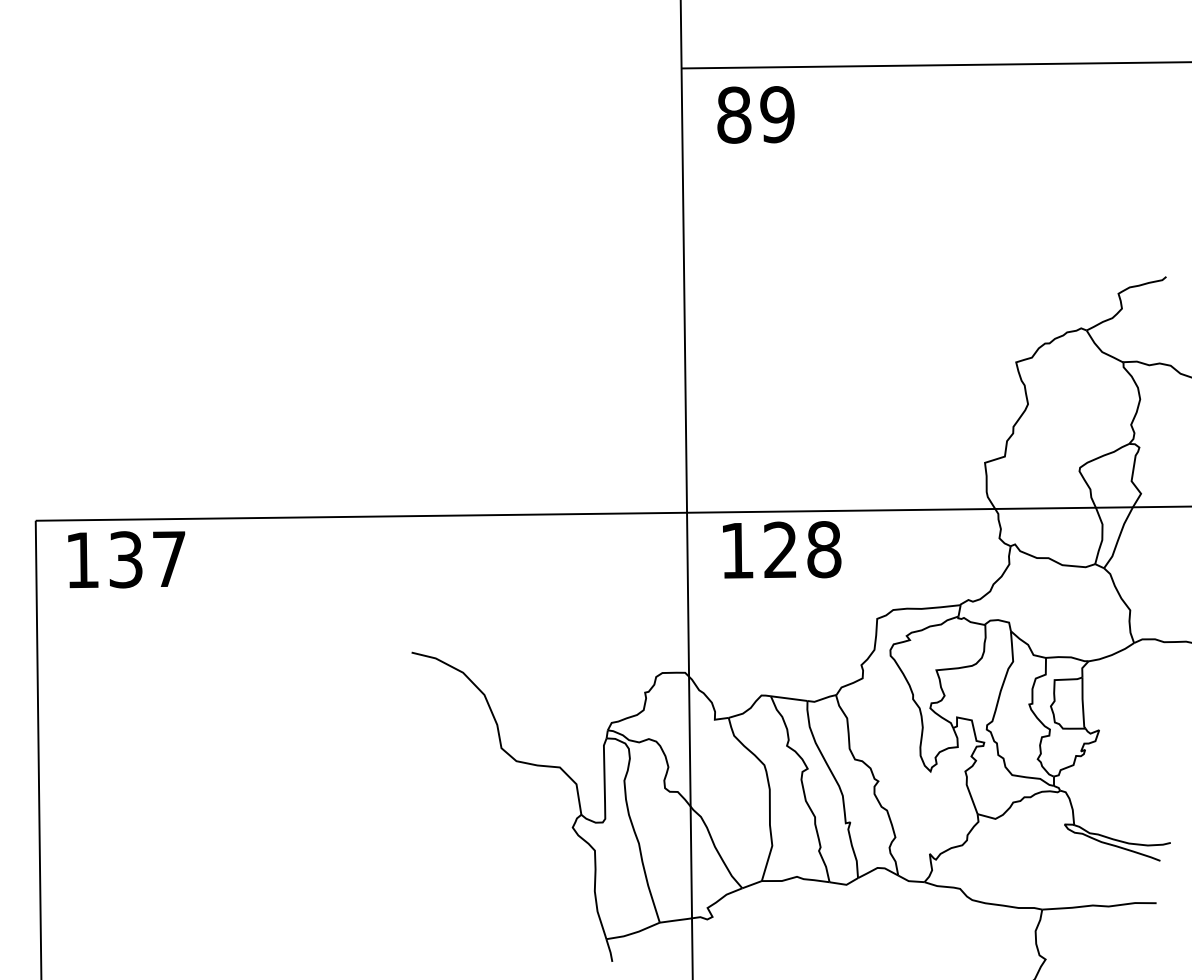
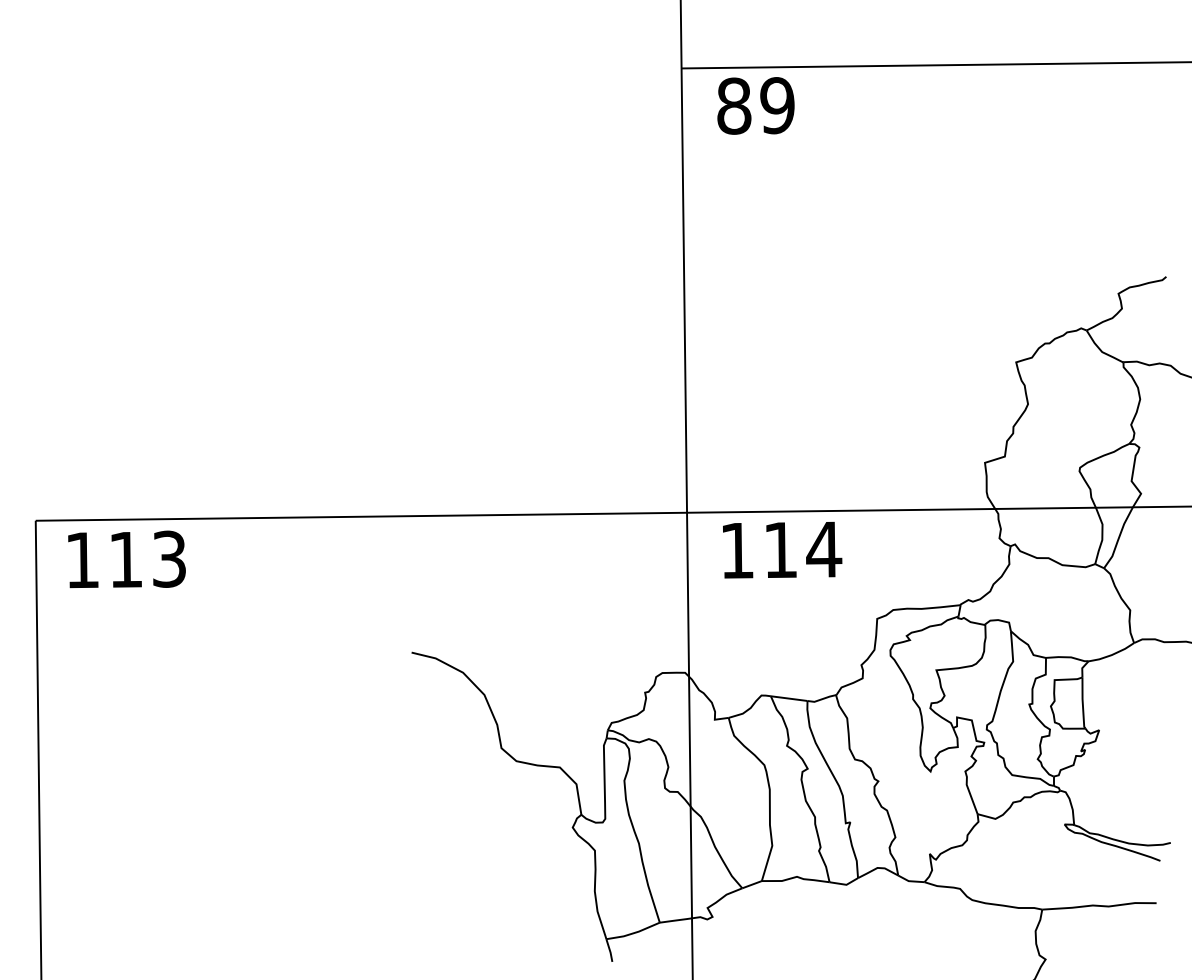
text at (755, 114) position: (755, 114) -> (755, 105)
text at (803, 549): 128 -> 114
text at (147, 559): 137 -> 113
